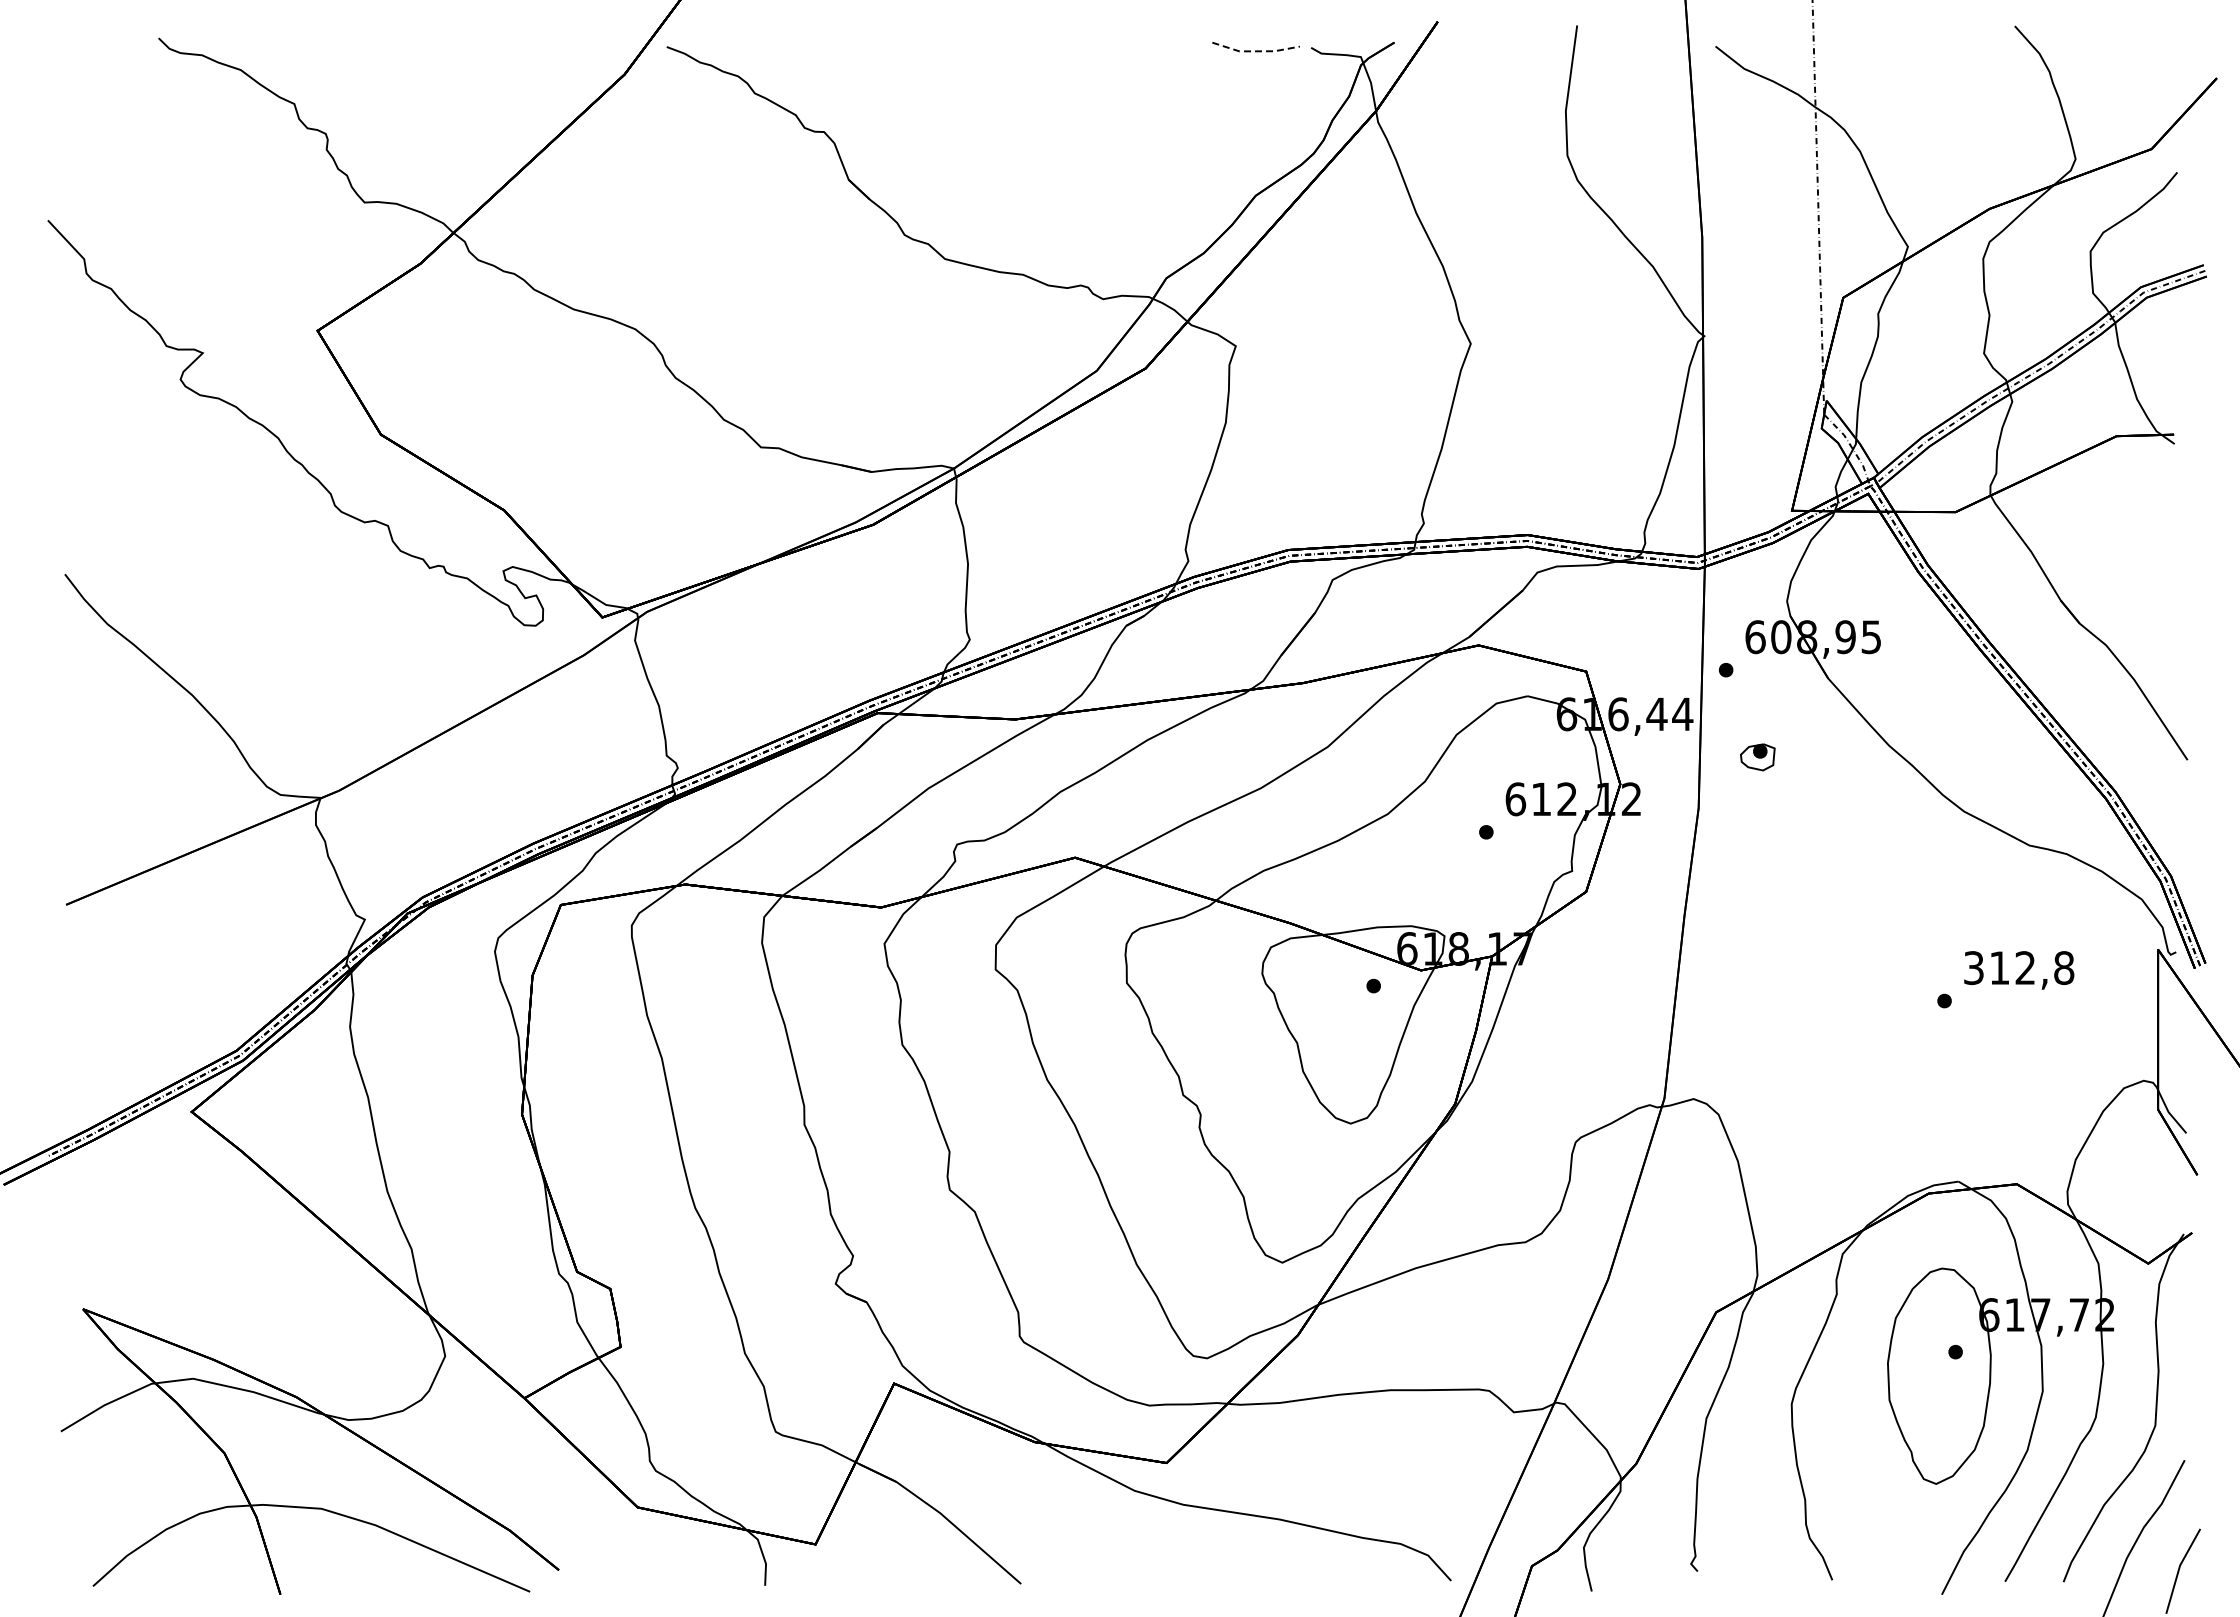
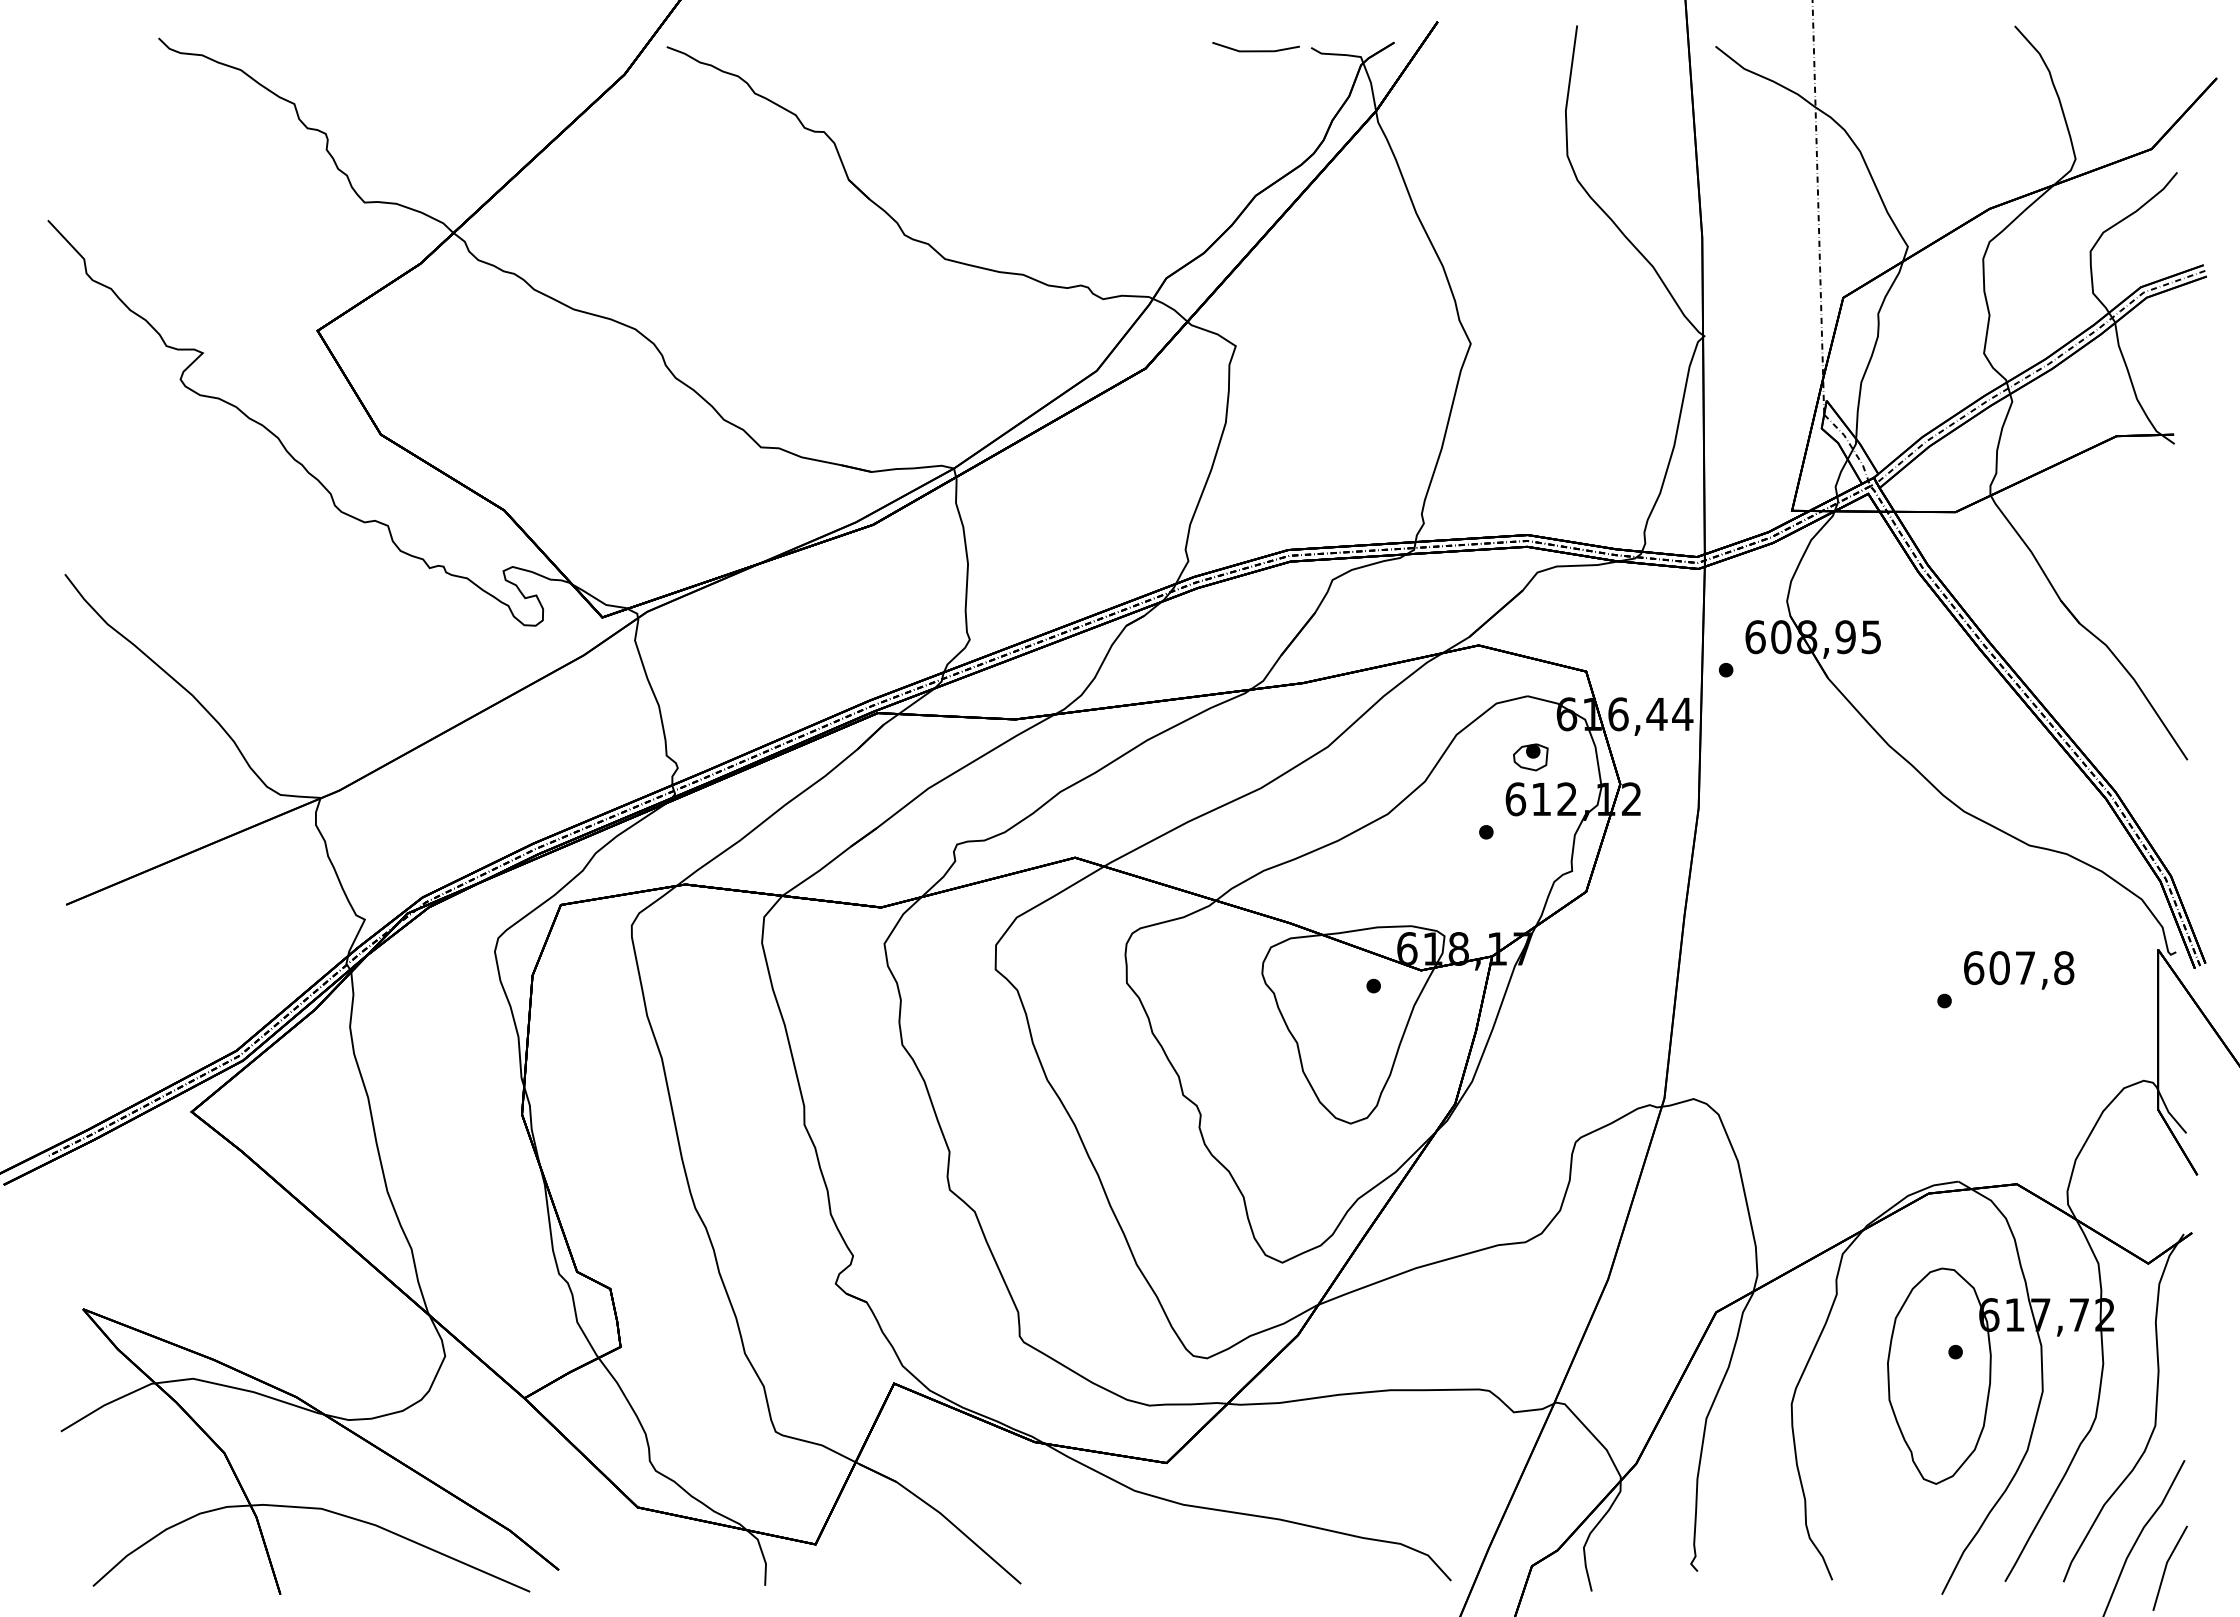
line at (1256, 51): dashed -> solid
part at (1757, 757) position: (1757, 757) -> (1530, 757)
text at (1999, 968): 312,8 -> 607,8
line at (2180, 1568) position: (2180, 1568) -> (2167, 1565)
